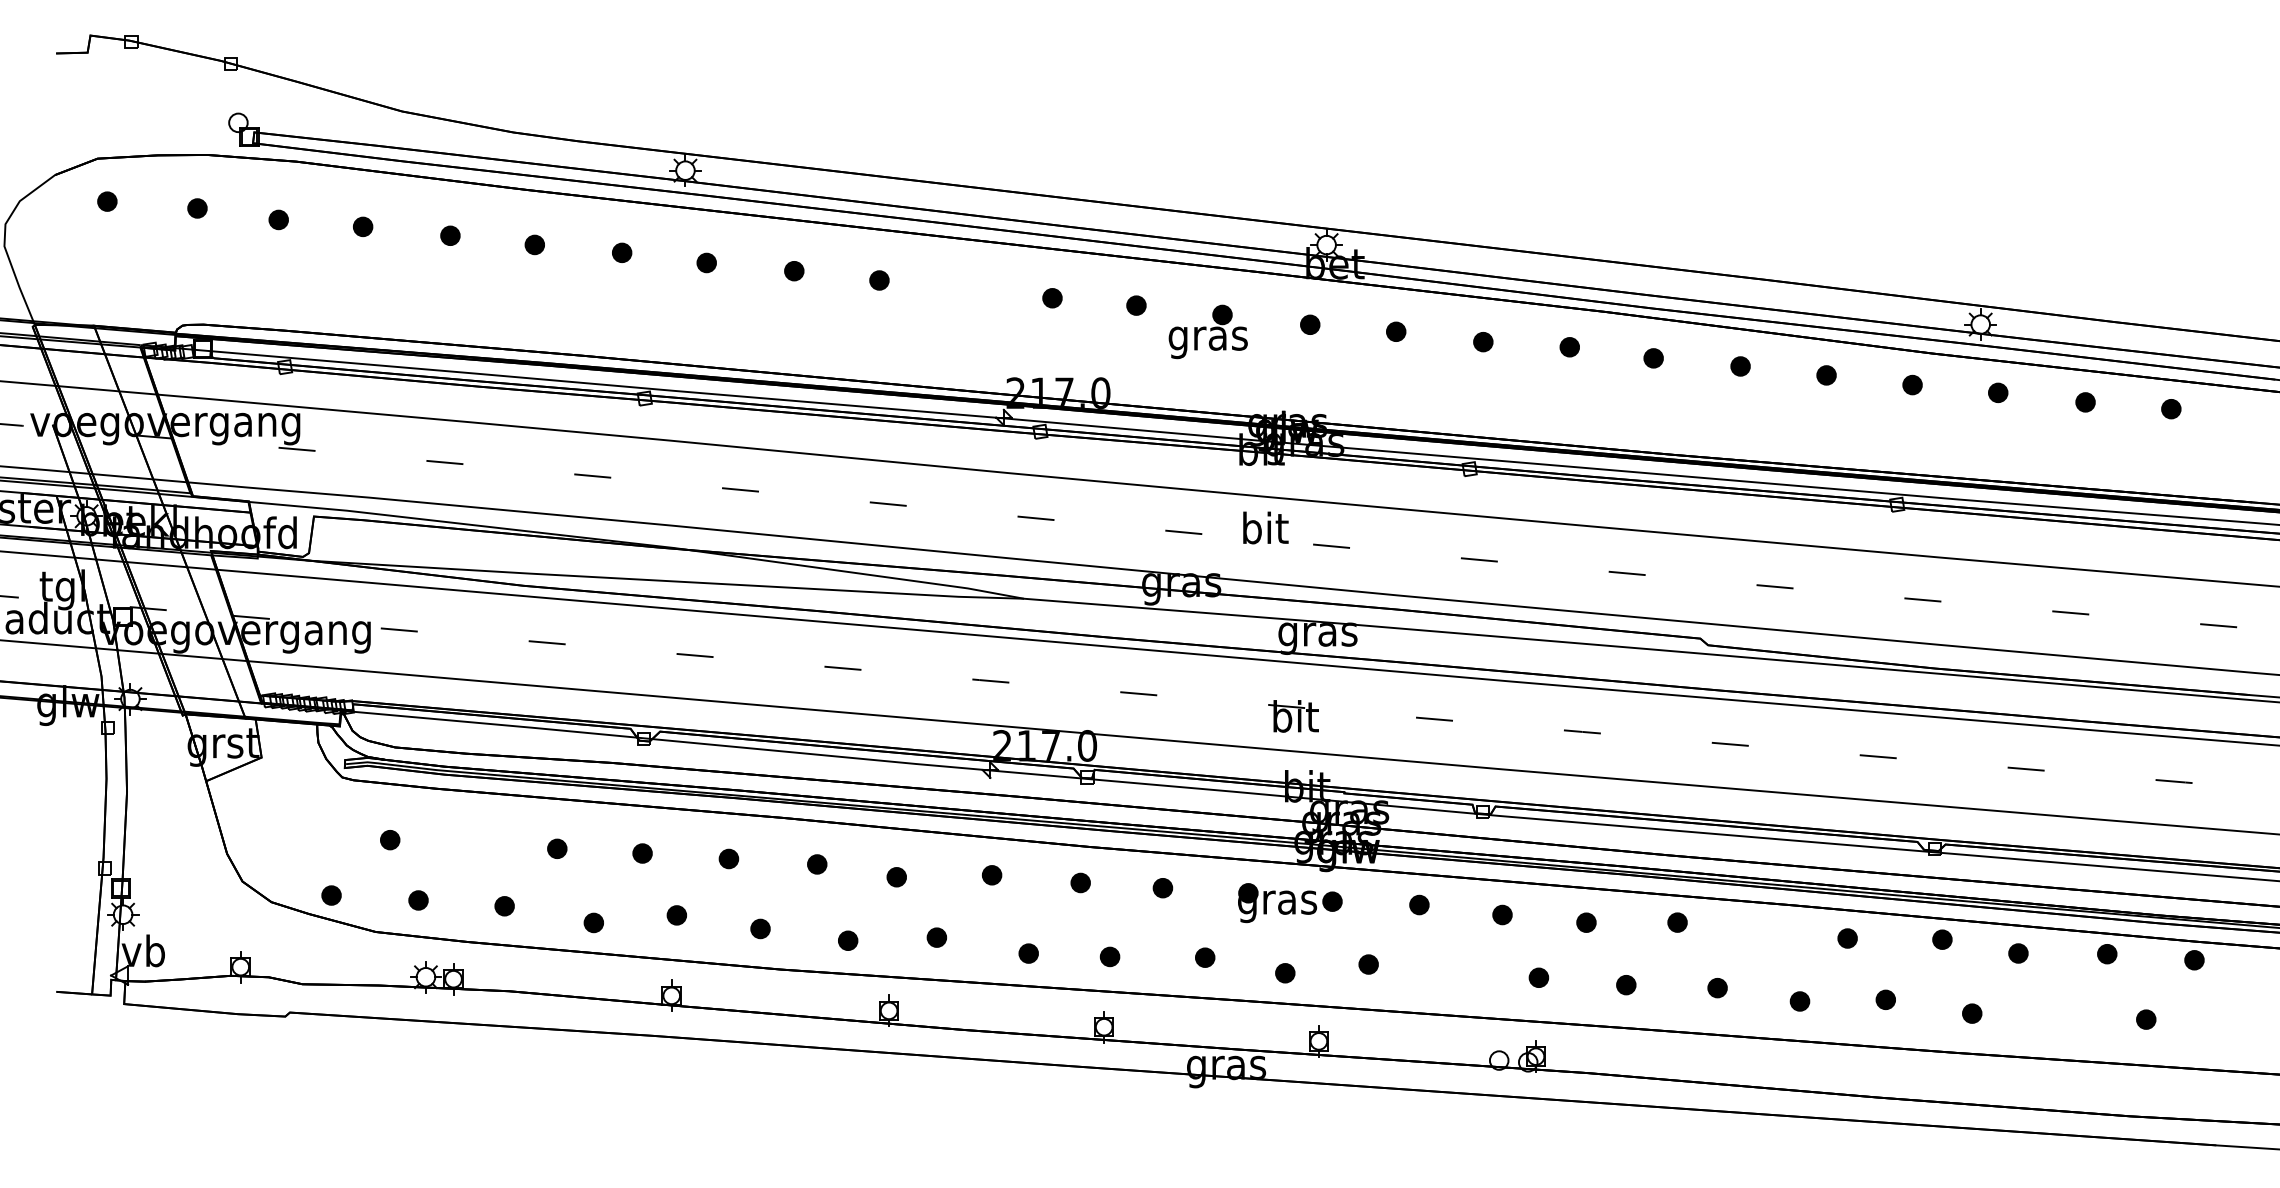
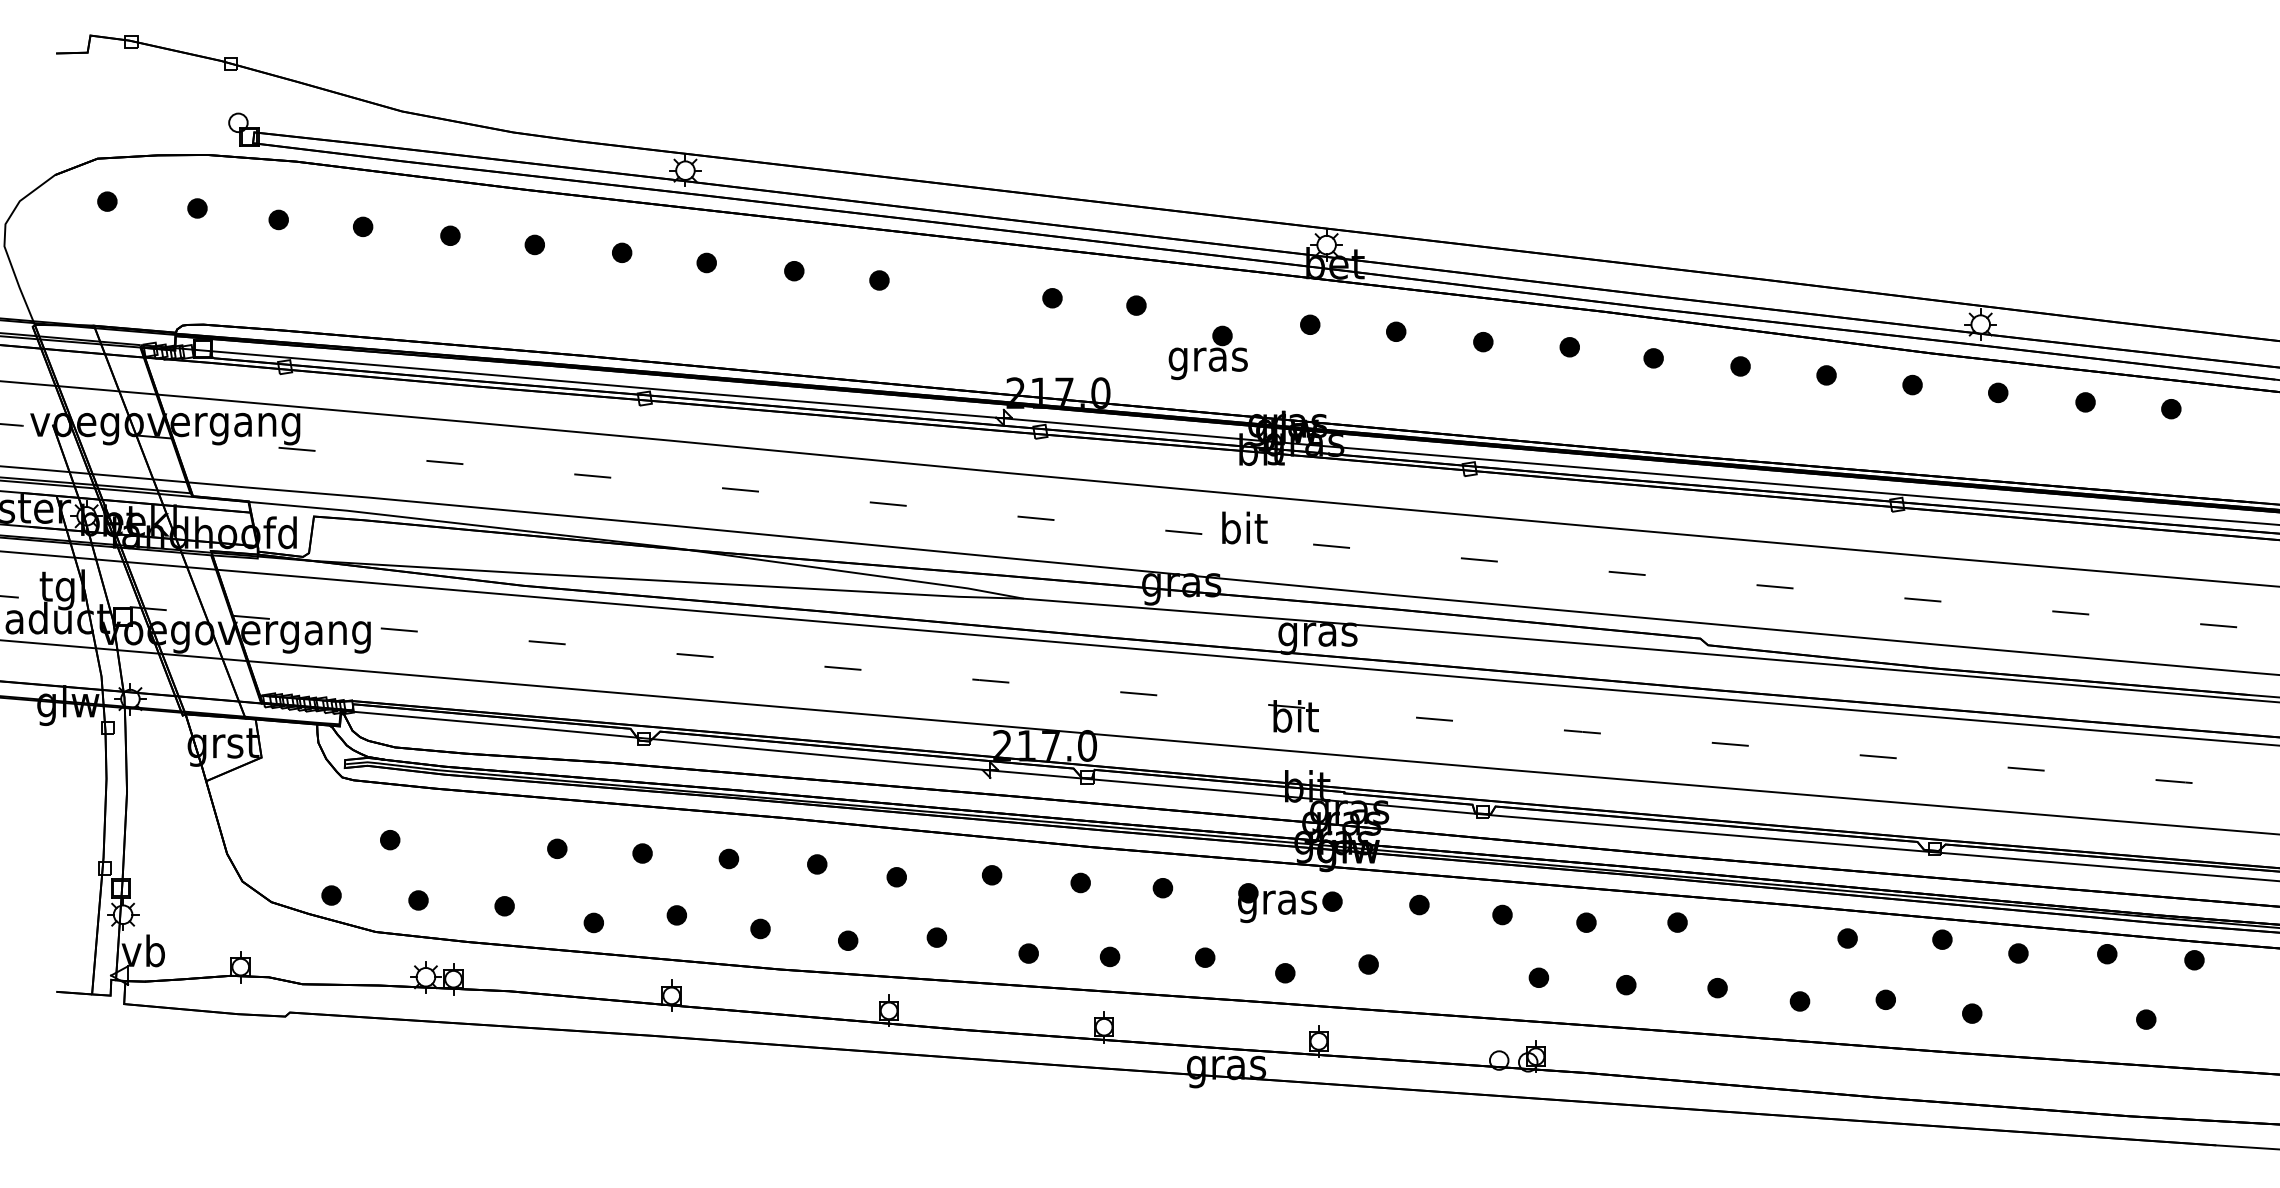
part at (1207, 331) position: (1207, 331) -> (1207, 352)
text at (1265, 527) position: (1265, 527) -> (1244, 527)
